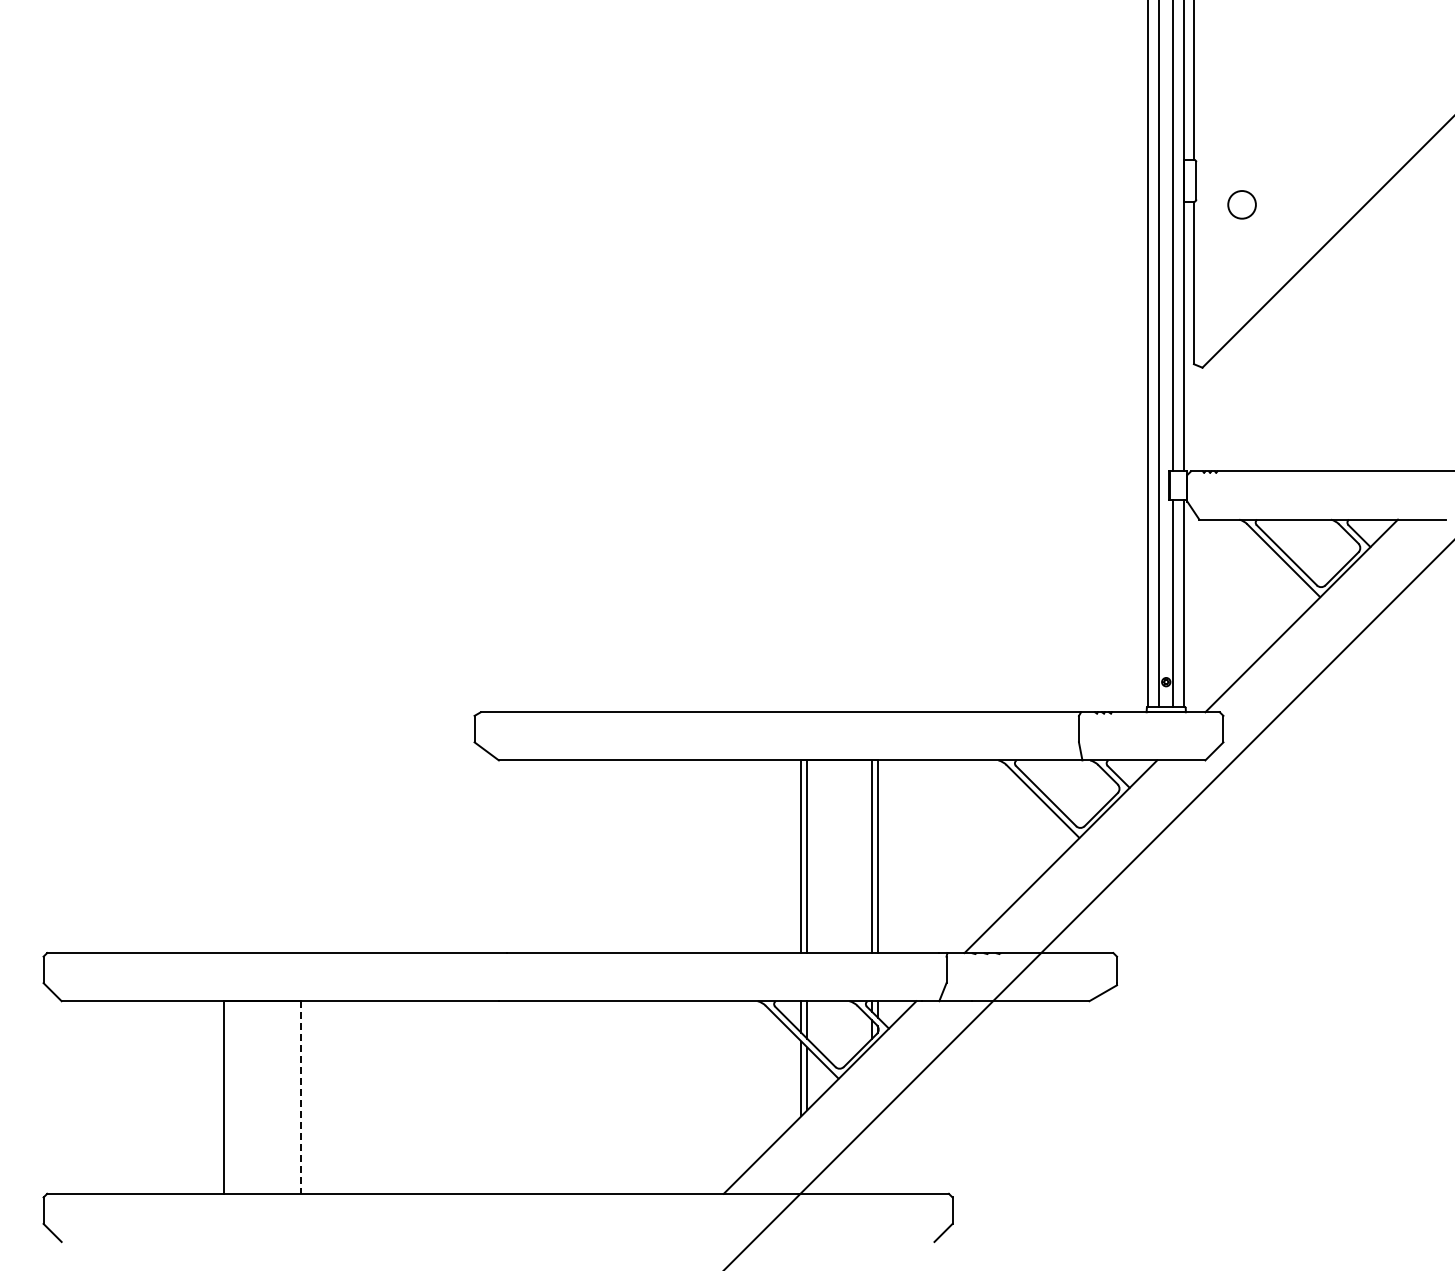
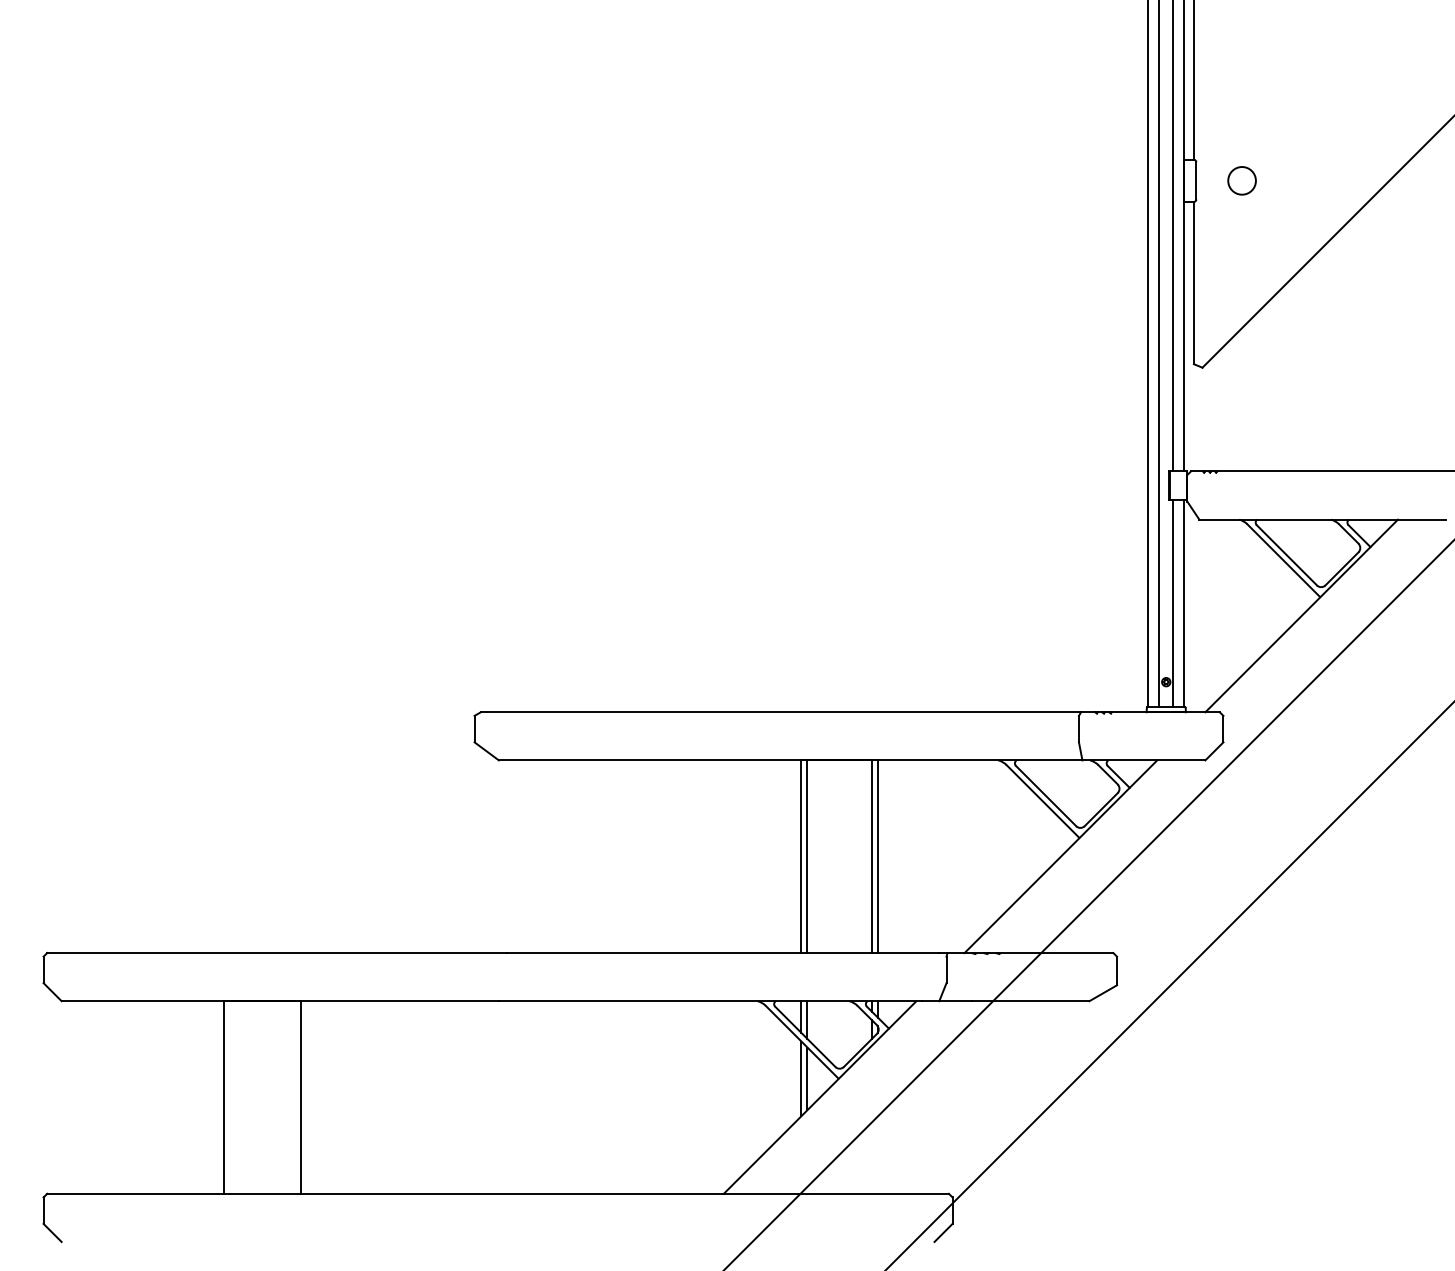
circle at (1241, 204) position: (1241, 204) -> (1241, 180)
line at (1169, 985): none -> present
line at (300, 1098): dashed -> solid
